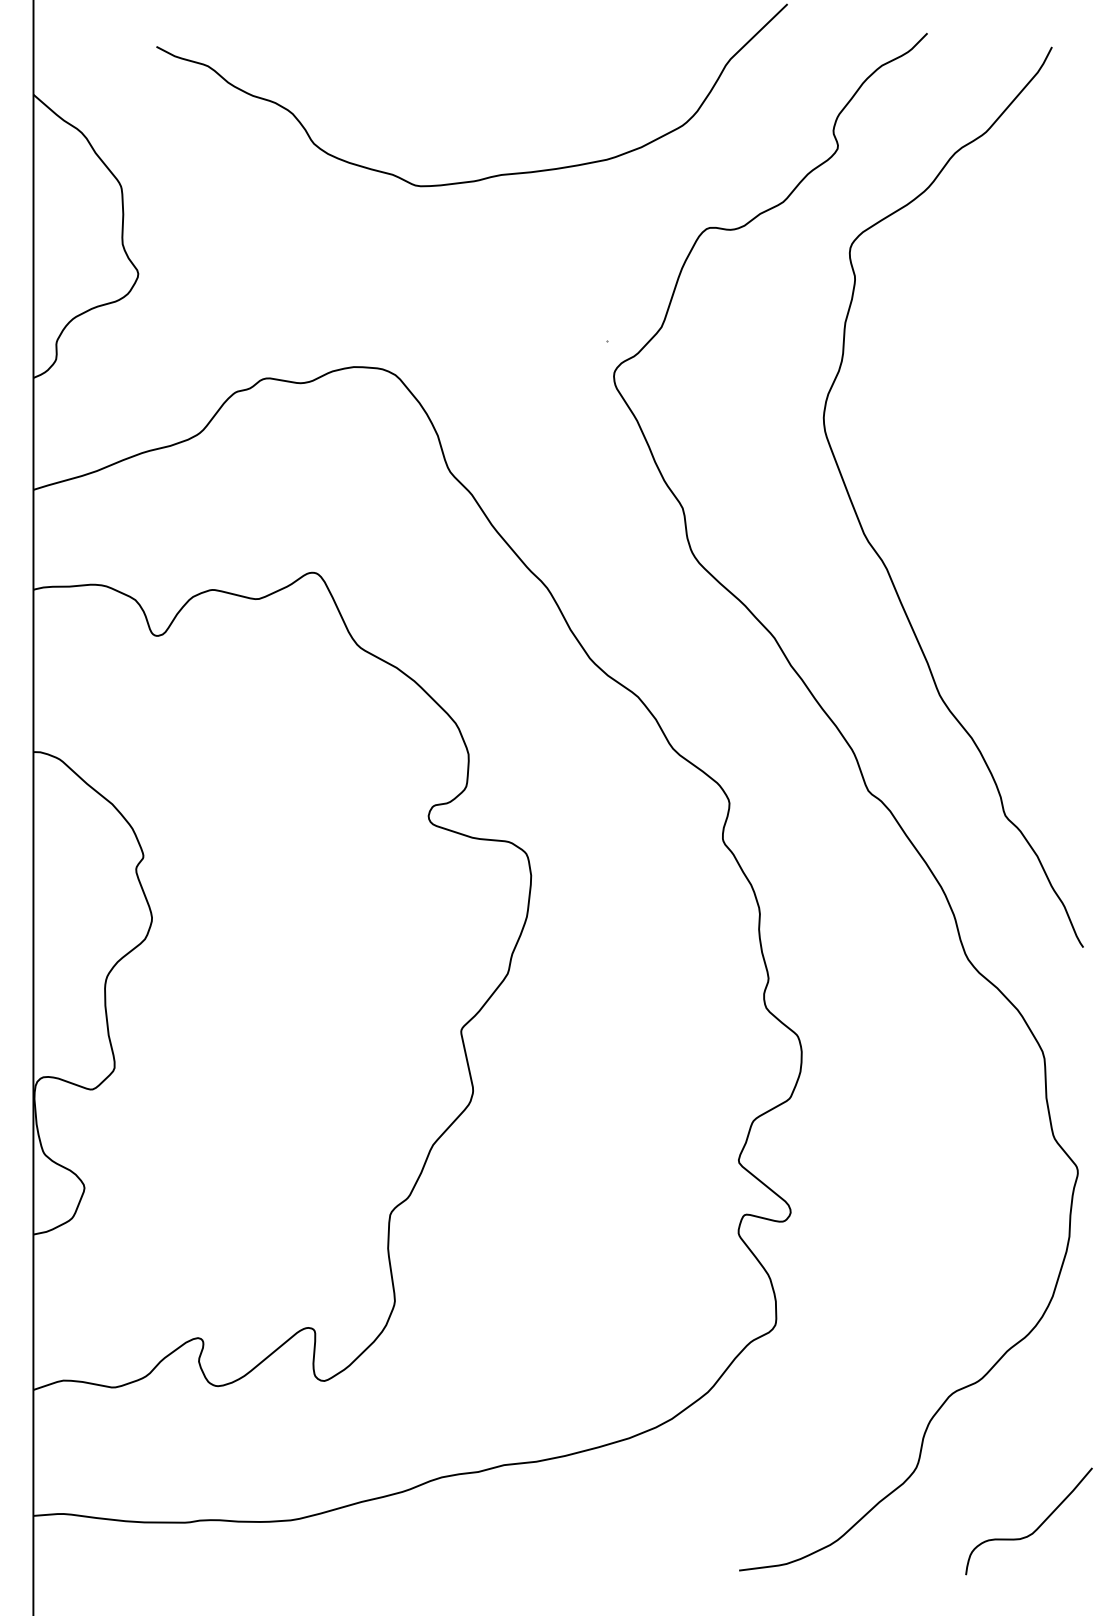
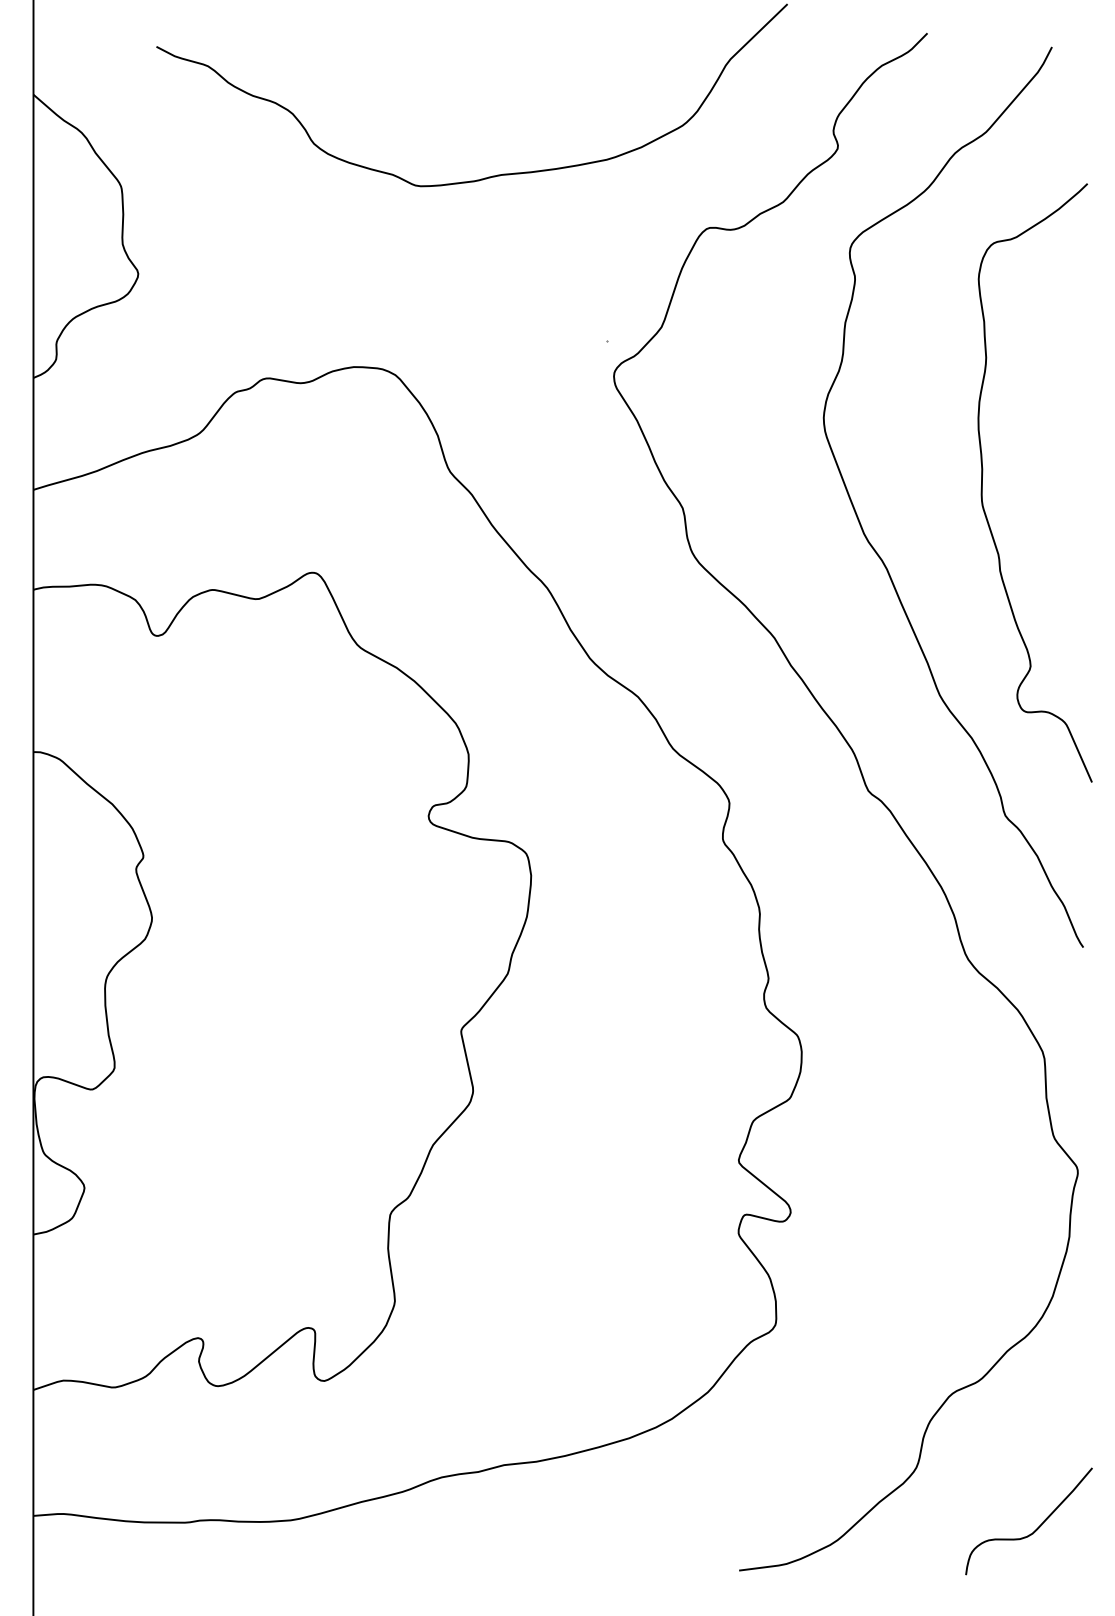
curve at (983, 473): none -> present
